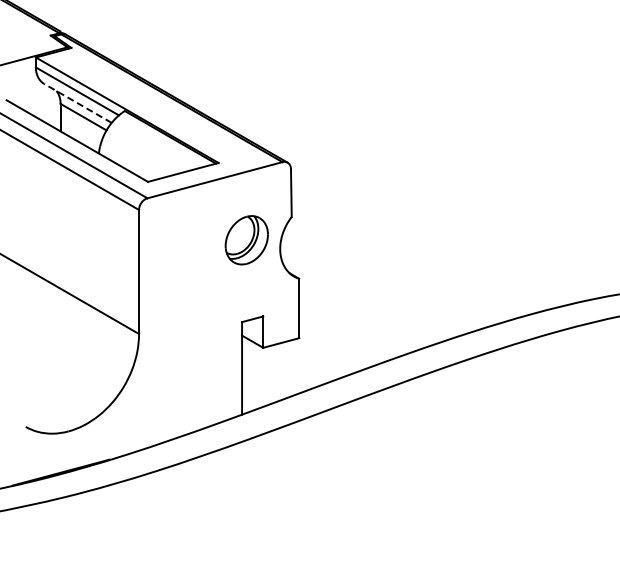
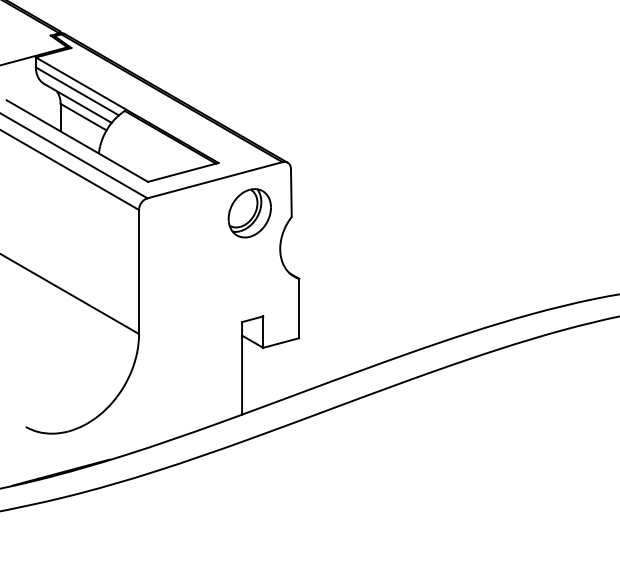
line at (78, 103): dashed -> solid
part at (246, 240) position: (246, 240) -> (249, 213)
